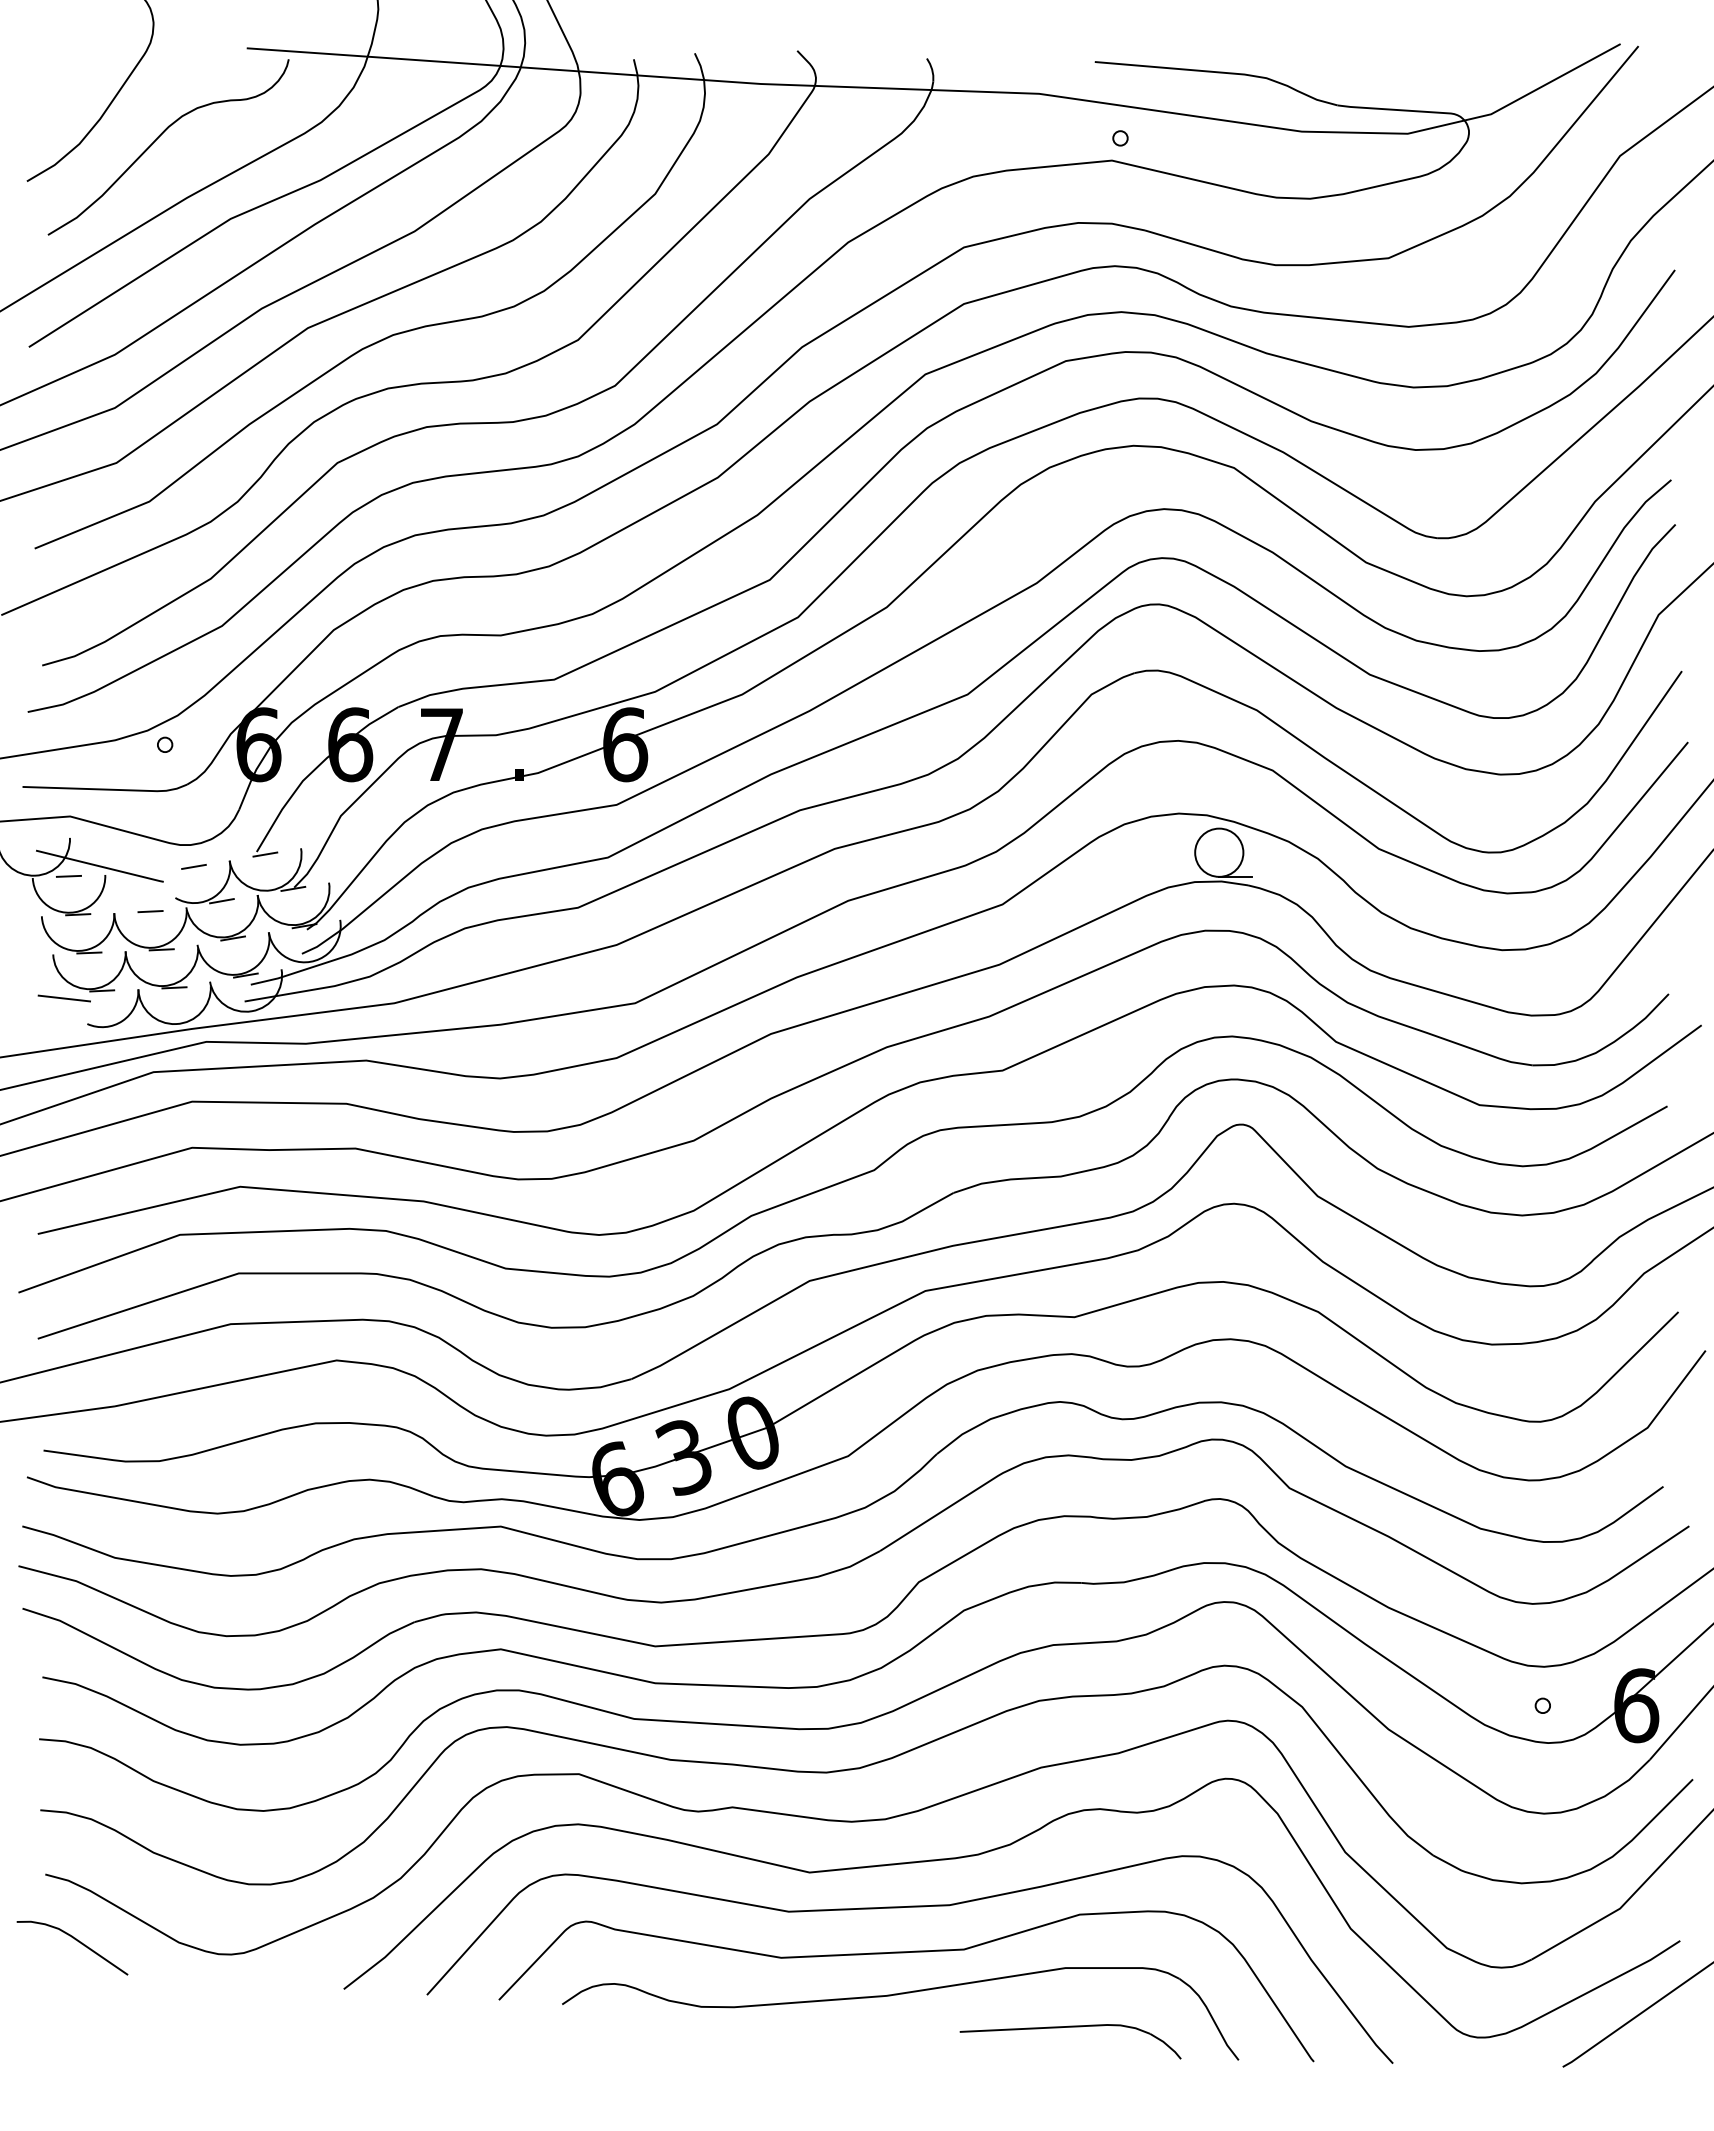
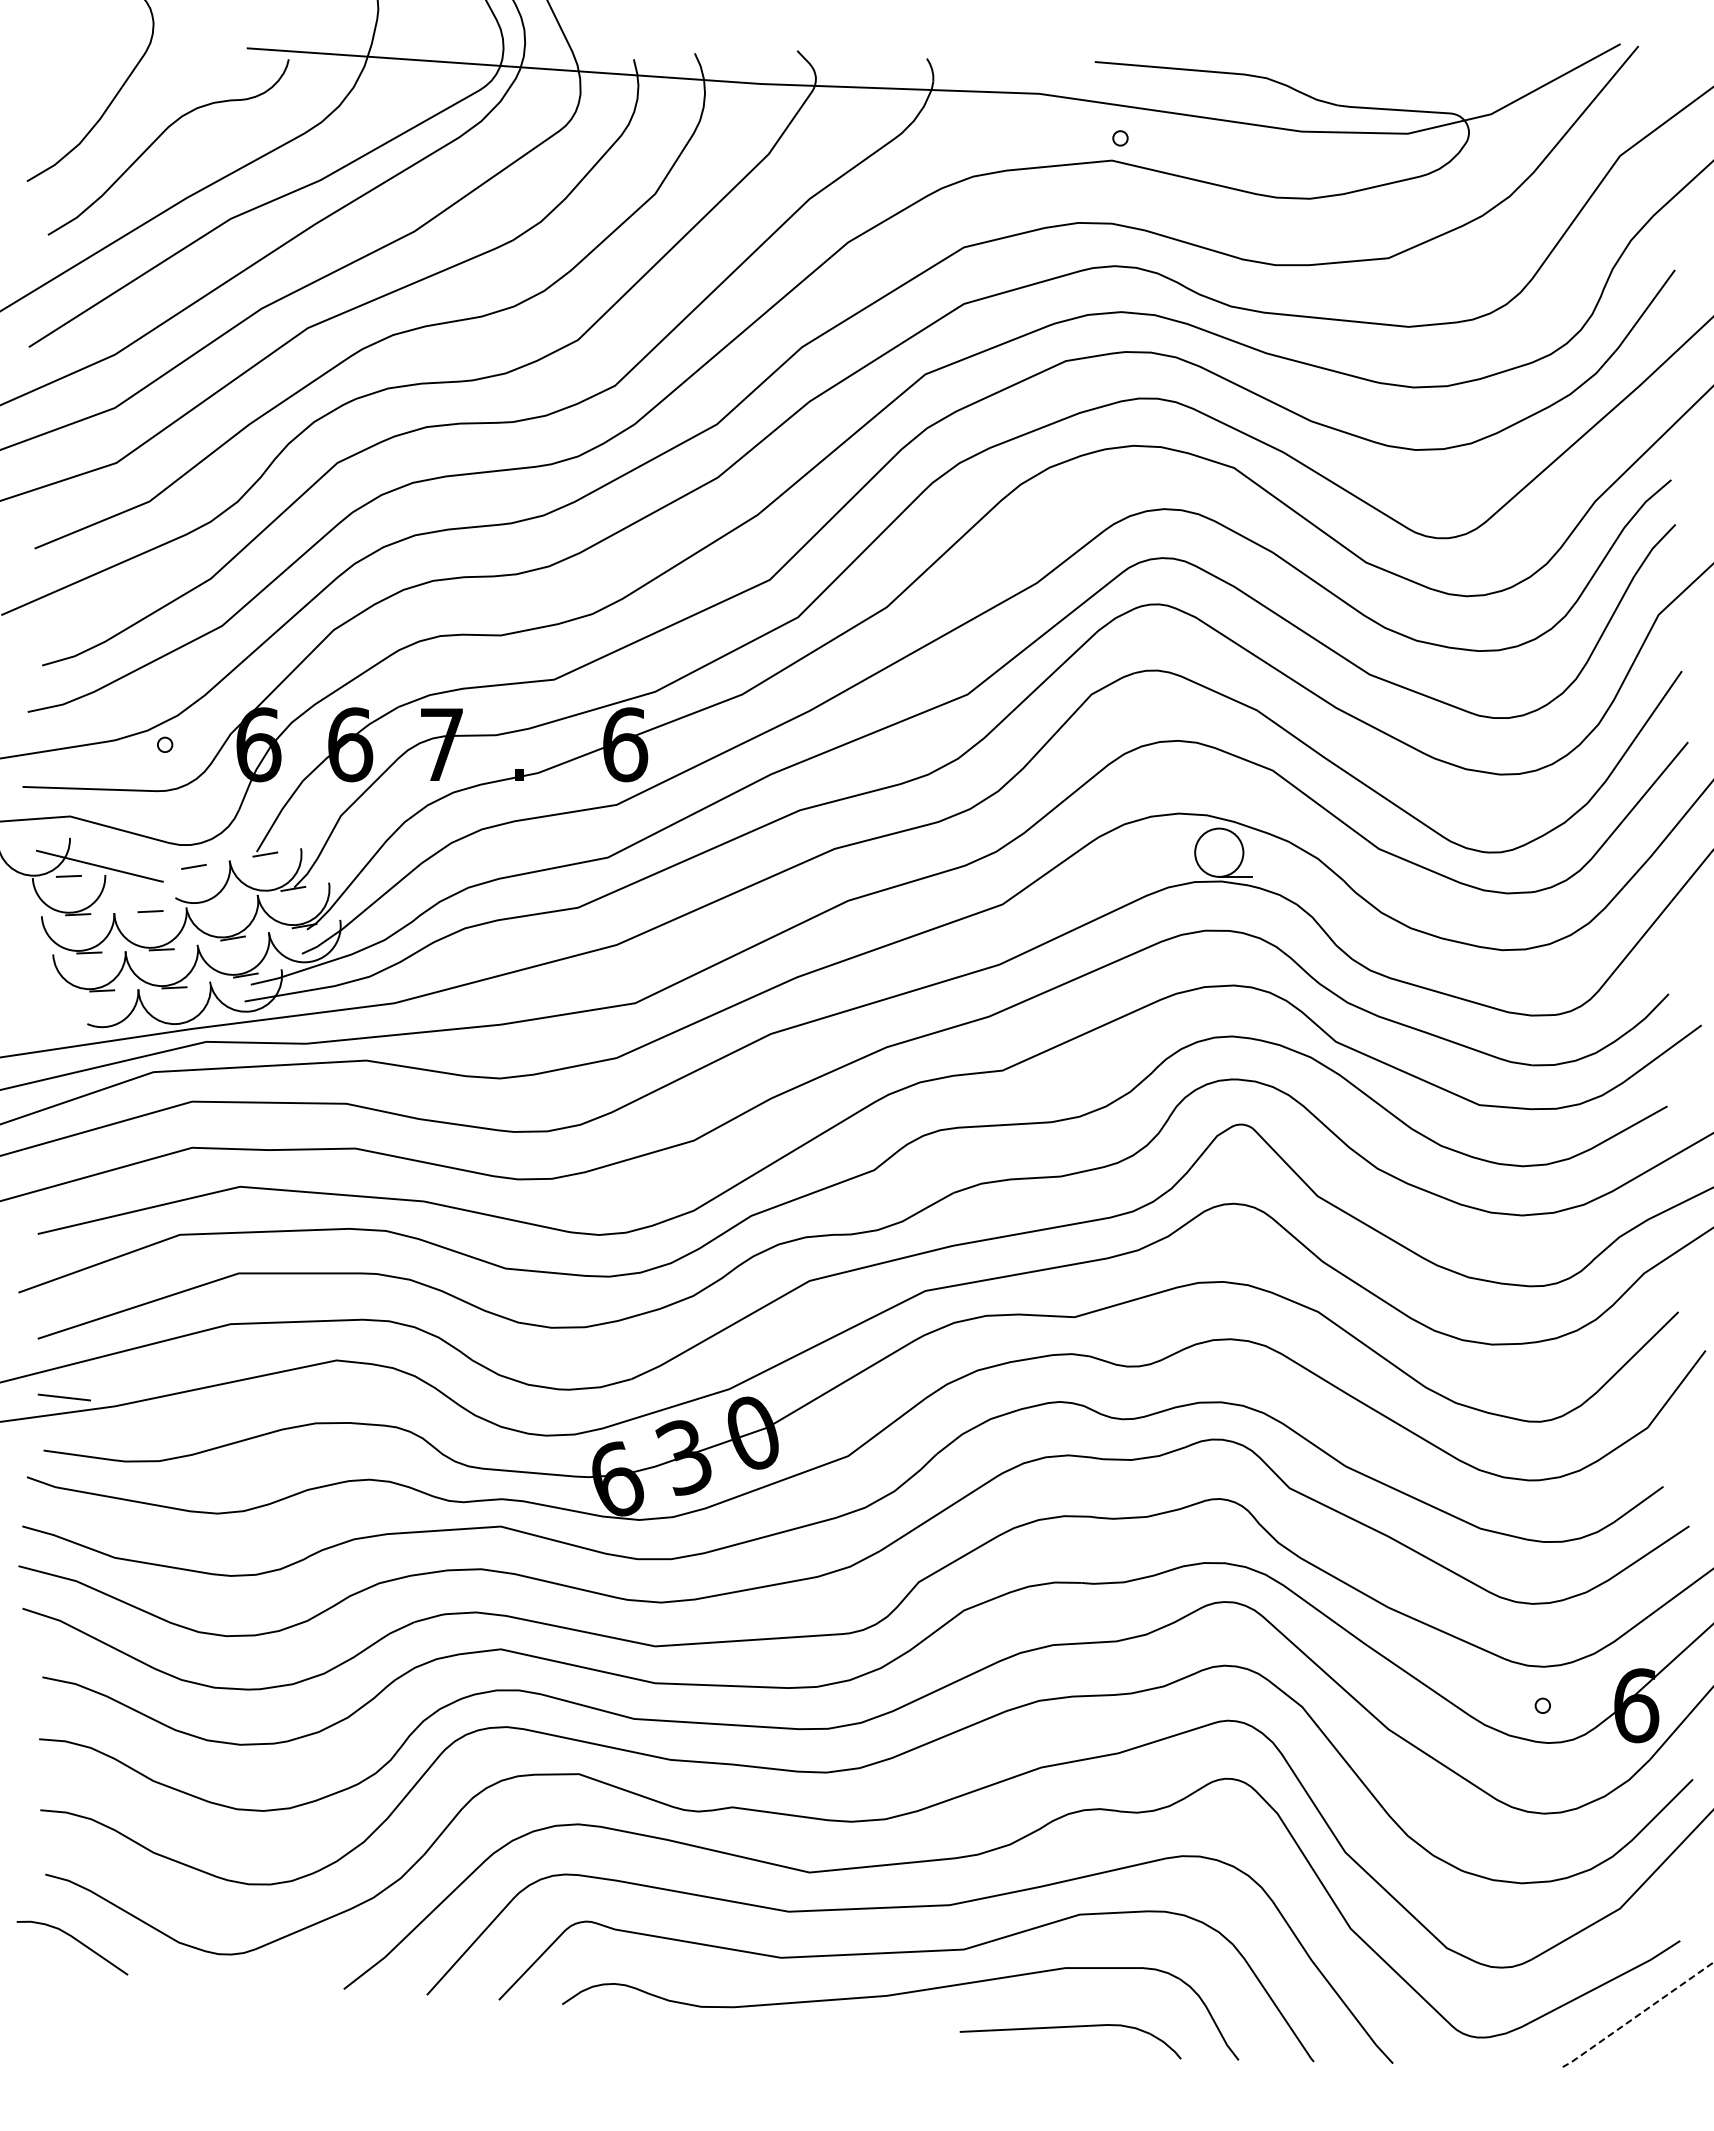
line at (221, 901): present -> none
line at (63, 998) position: (63, 998) -> (63, 1397)
line at (1637, 2015): solid -> dashed
